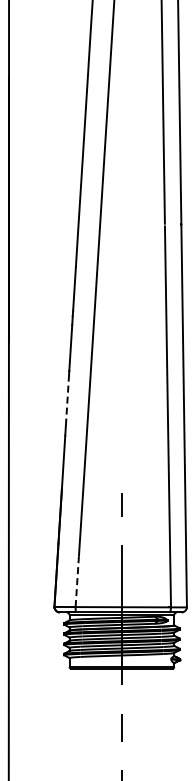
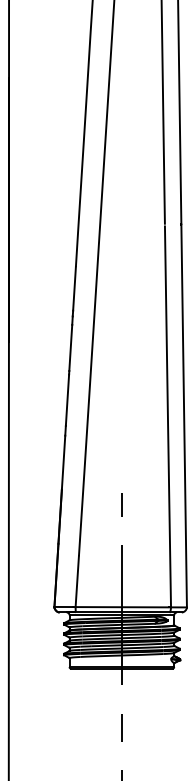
line at (67, 400): dashed -> solid
line at (77, 581): dashed -> solid
